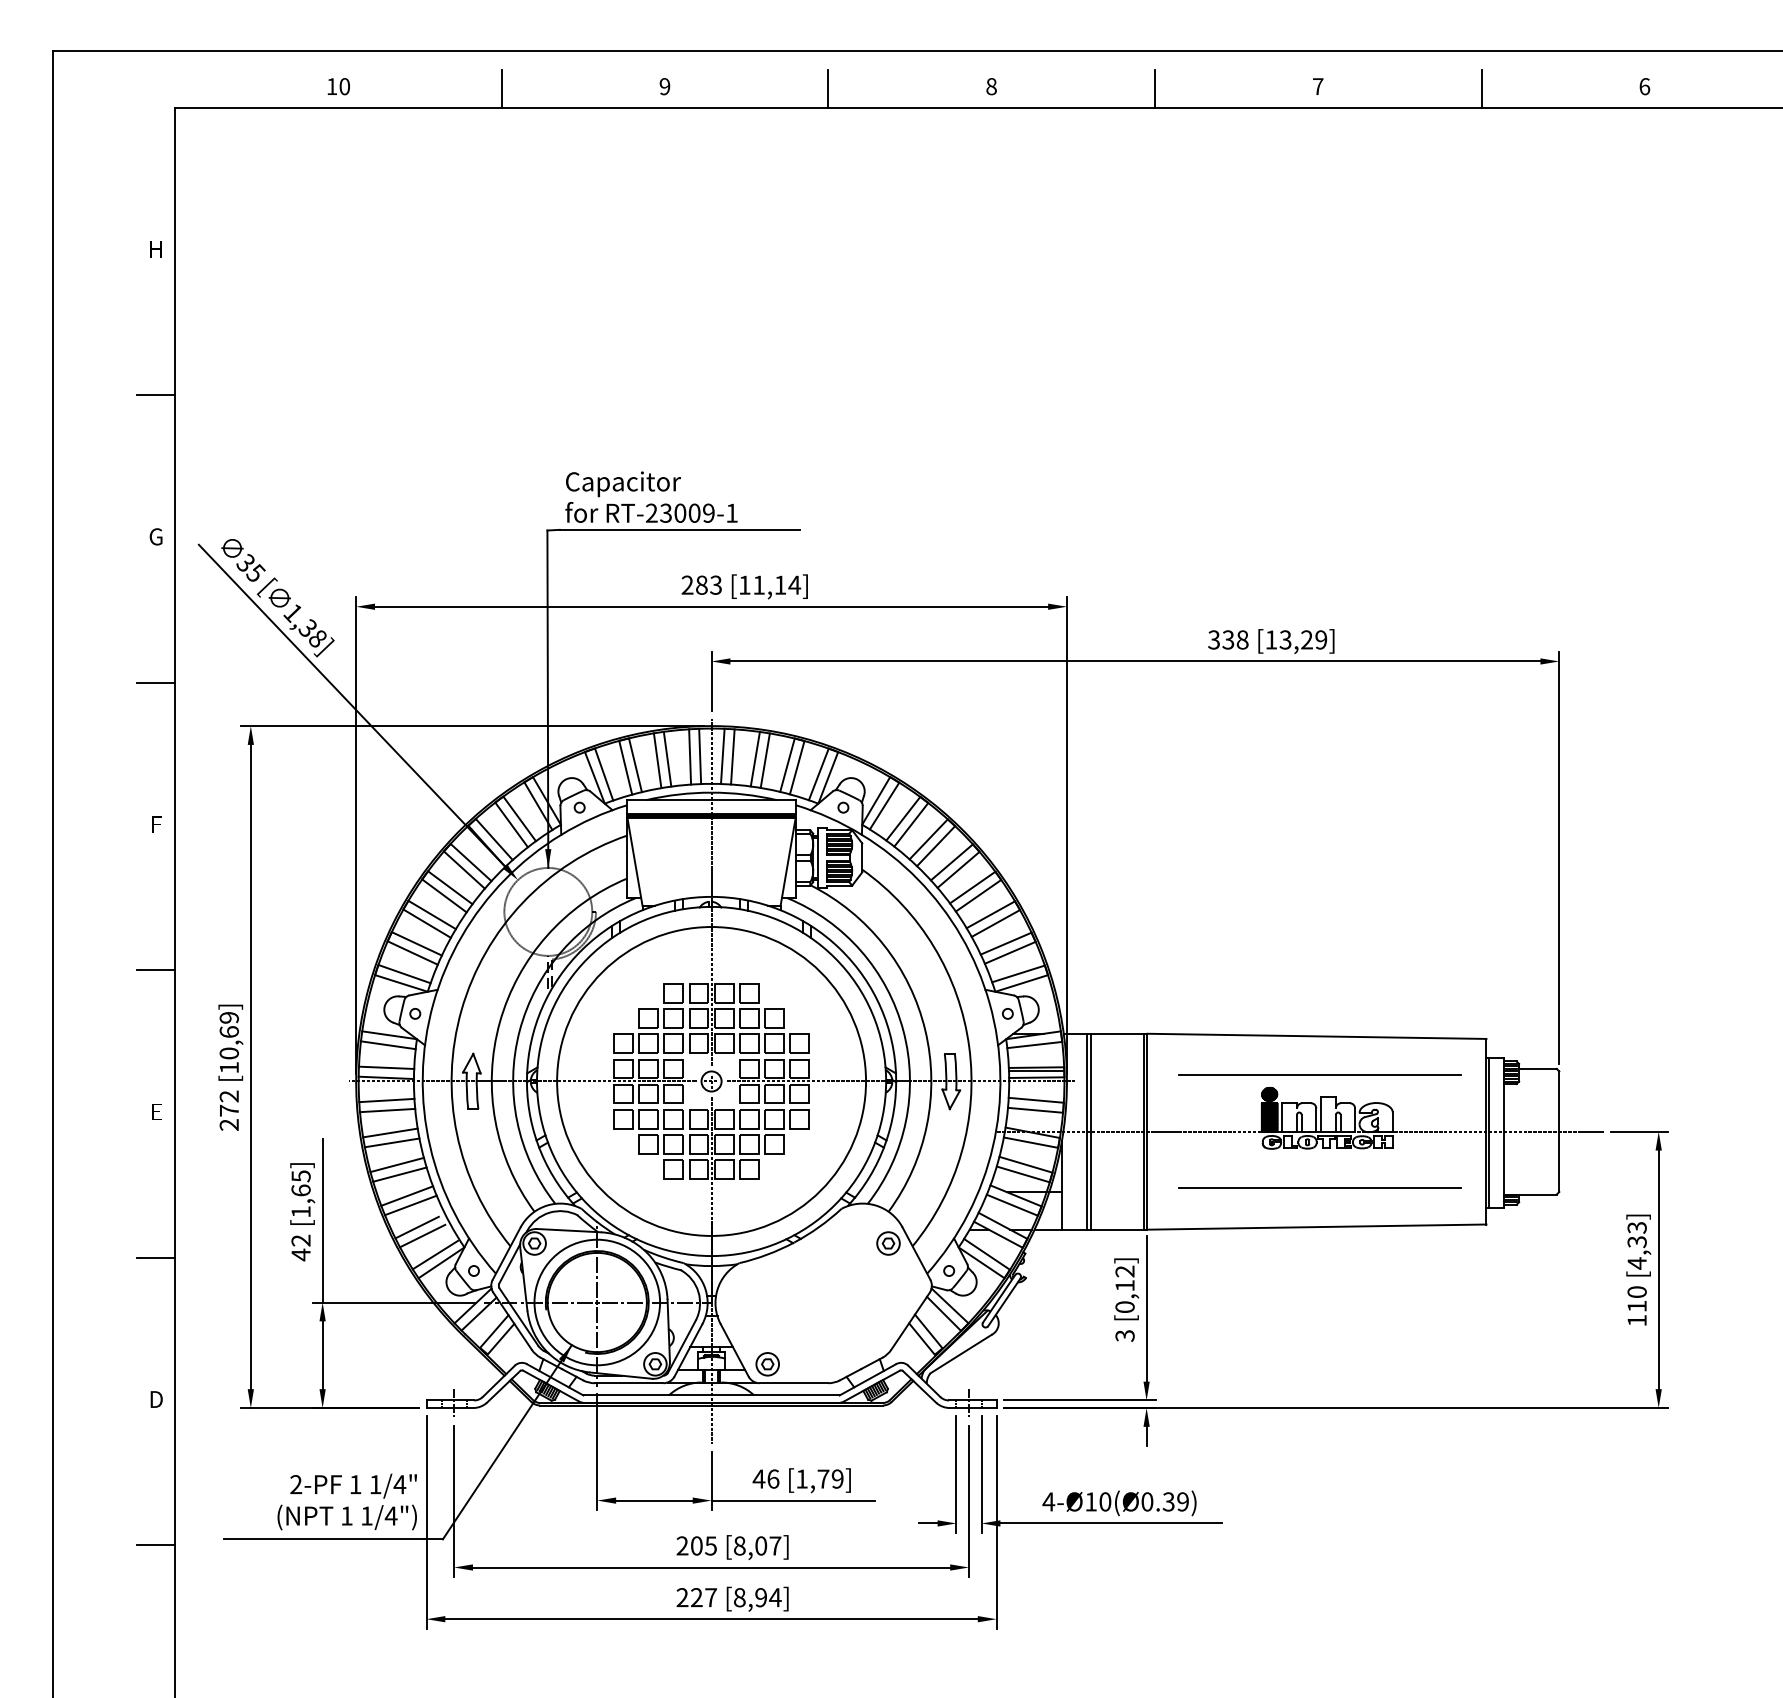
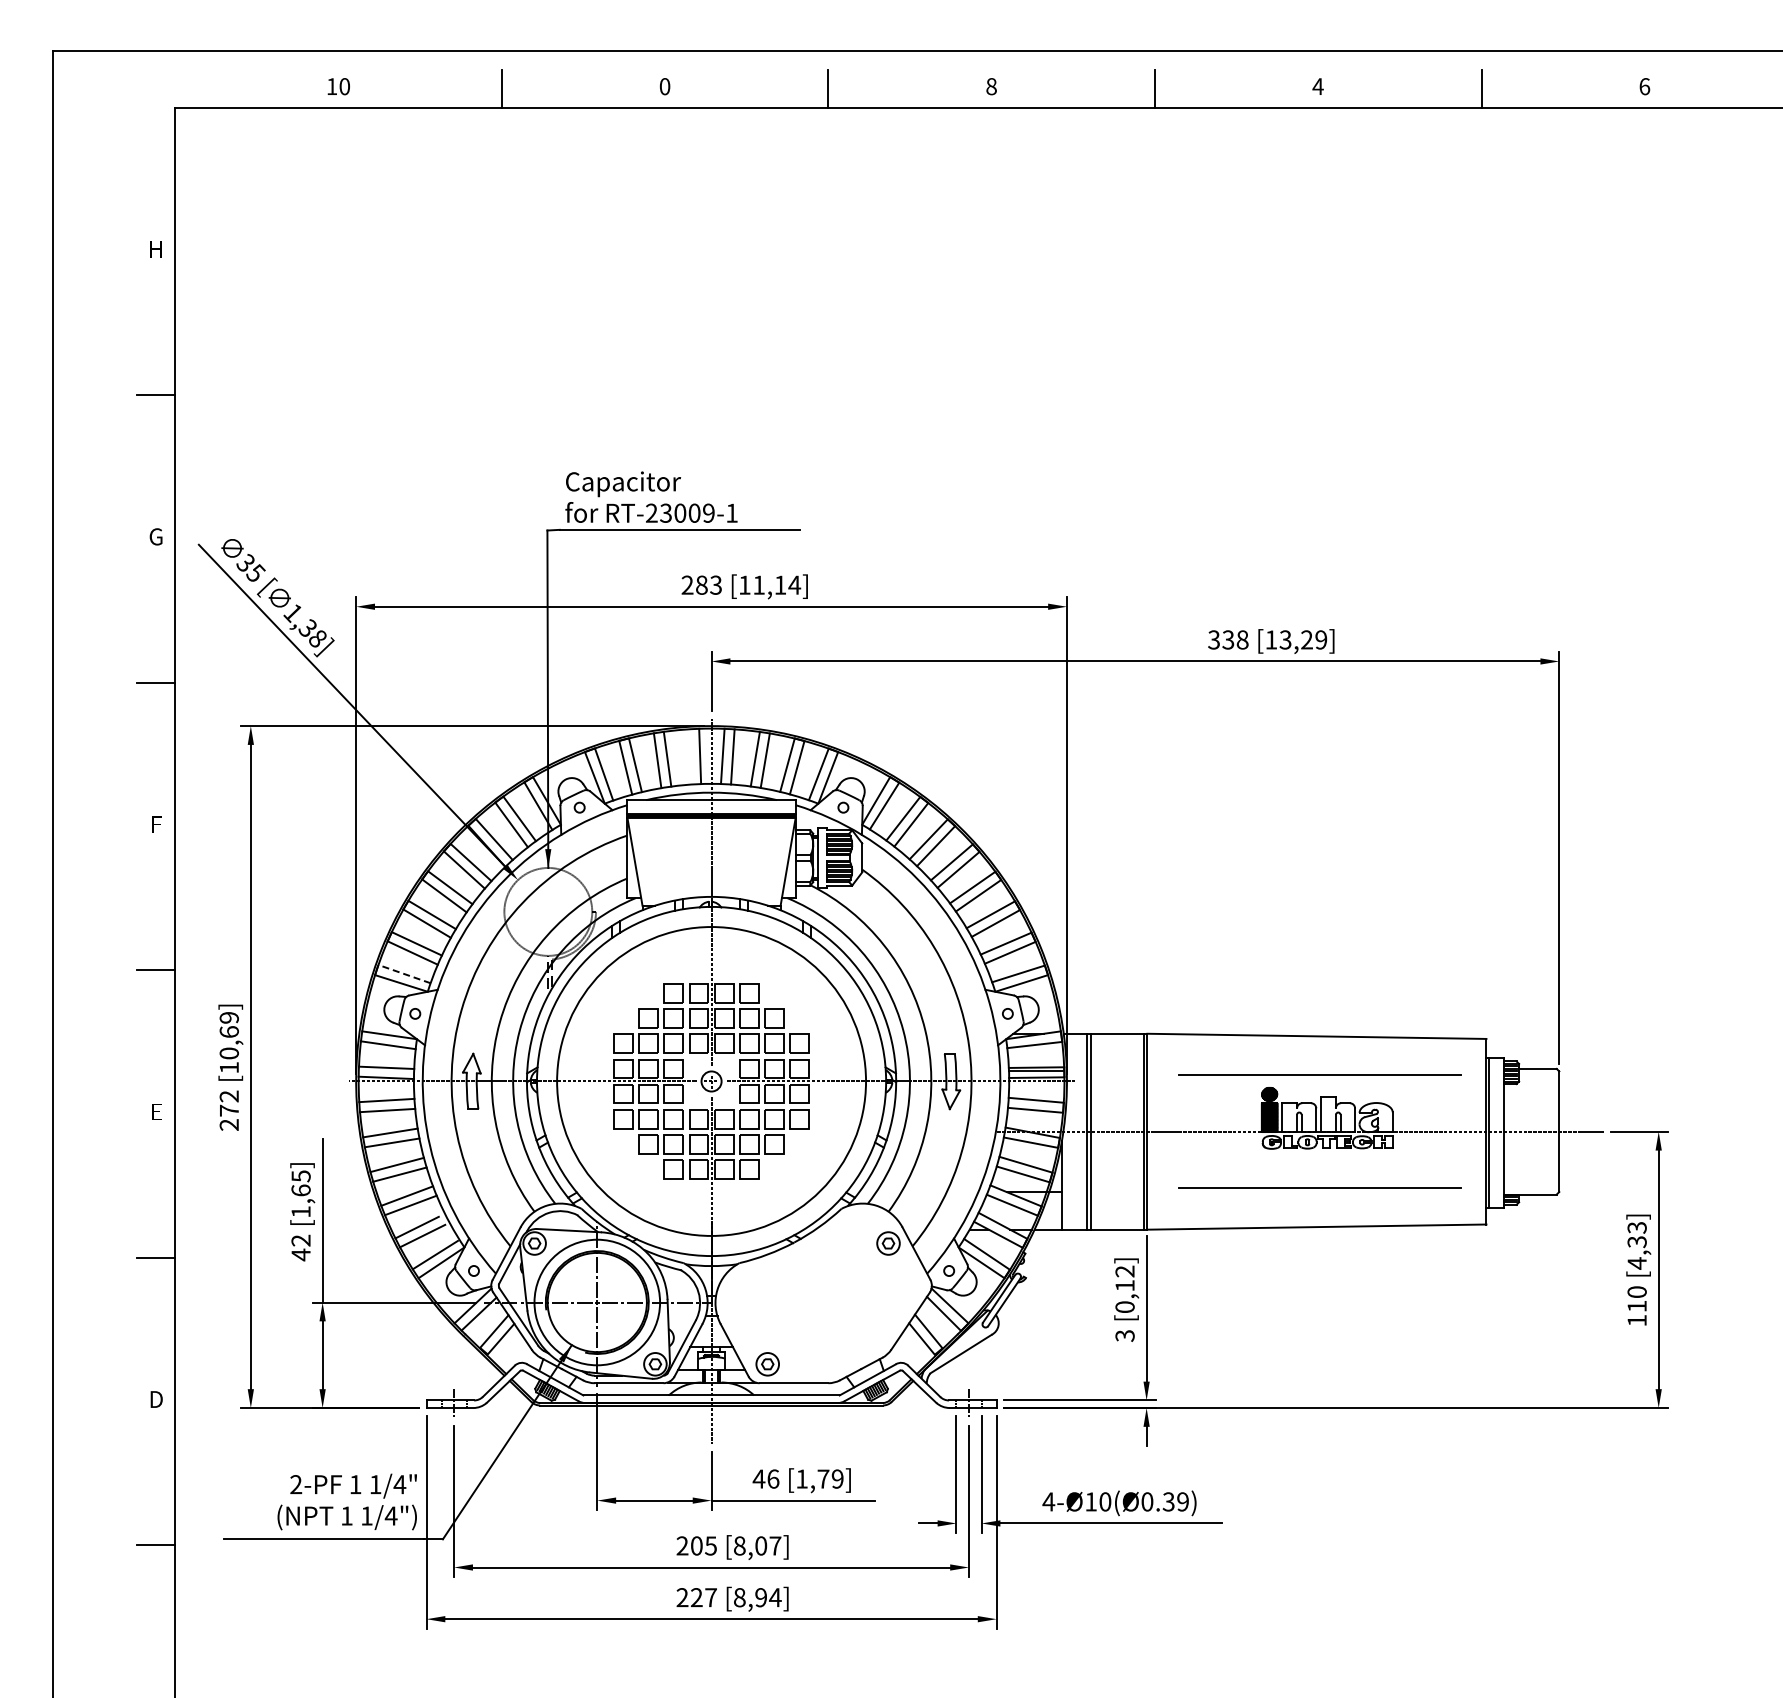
text at (664, 86): 9 -> 0
text at (1317, 86): 7 -> 4
line at (690, 756): present -> none
line at (404, 974): solid -> dashed
